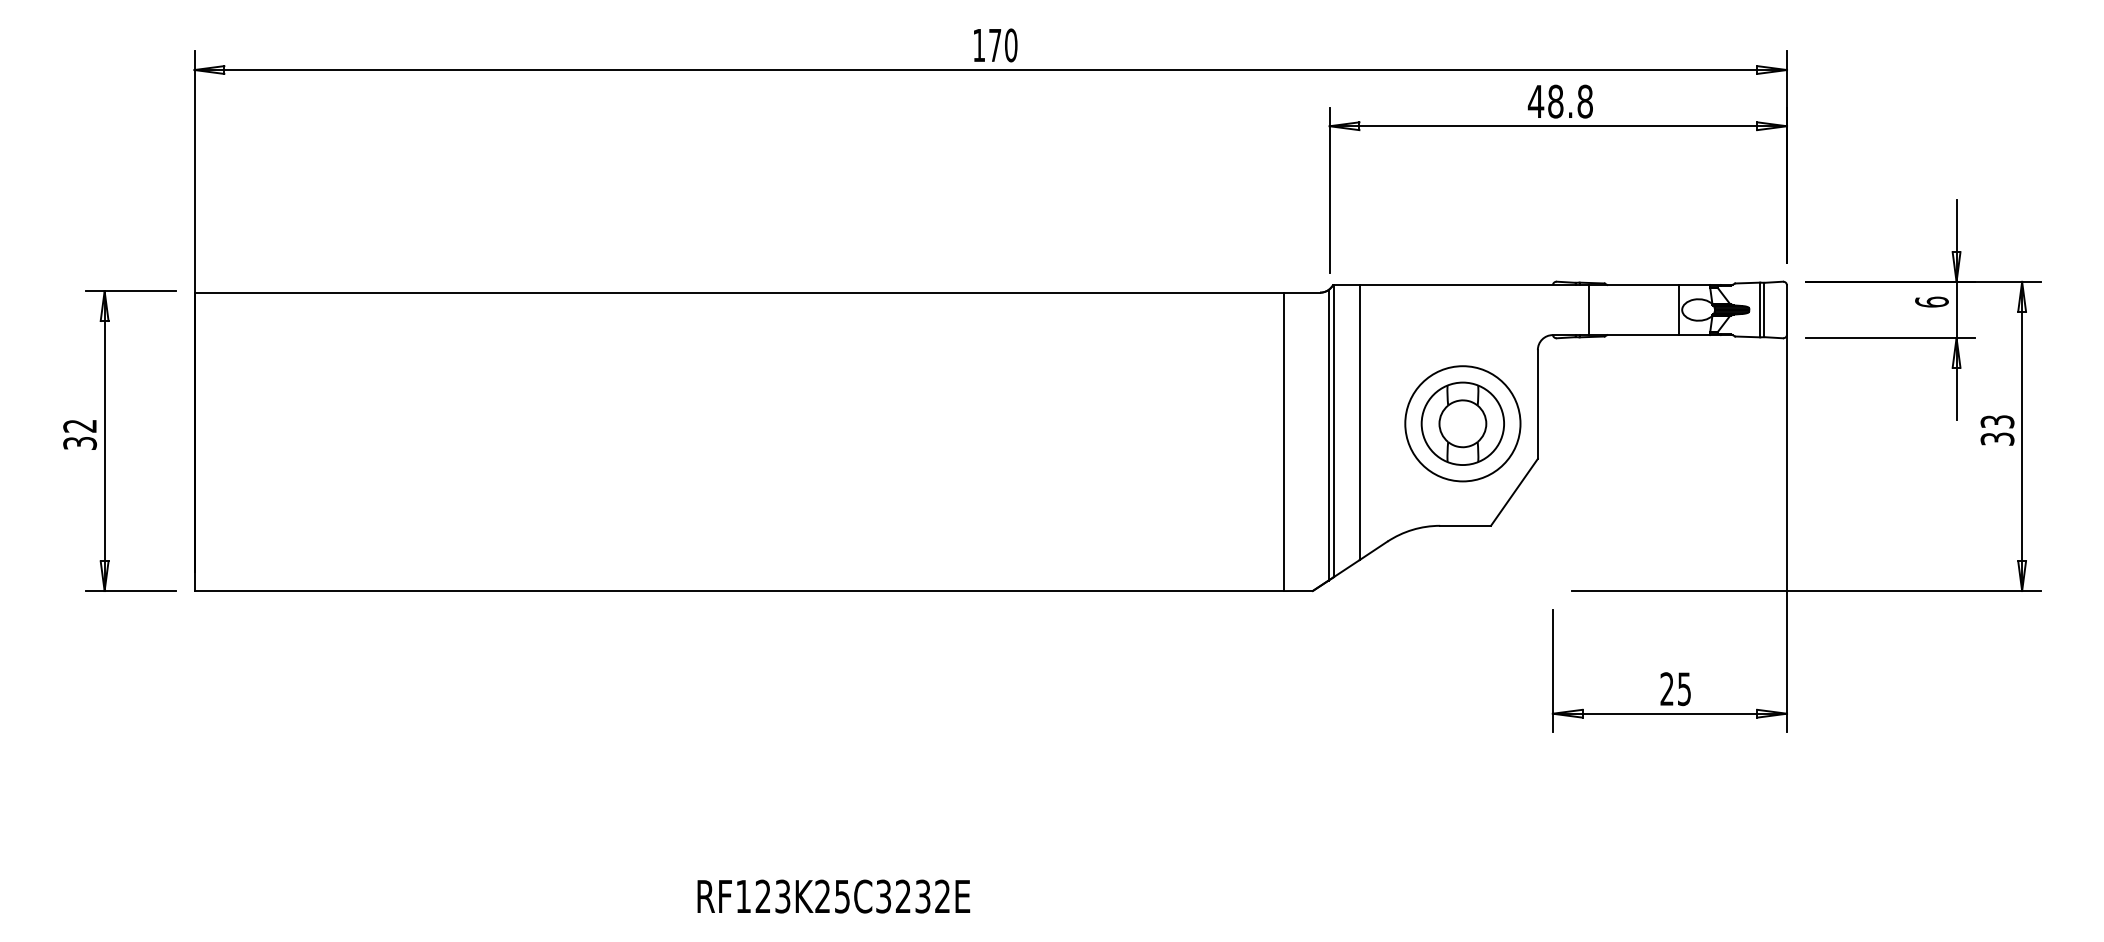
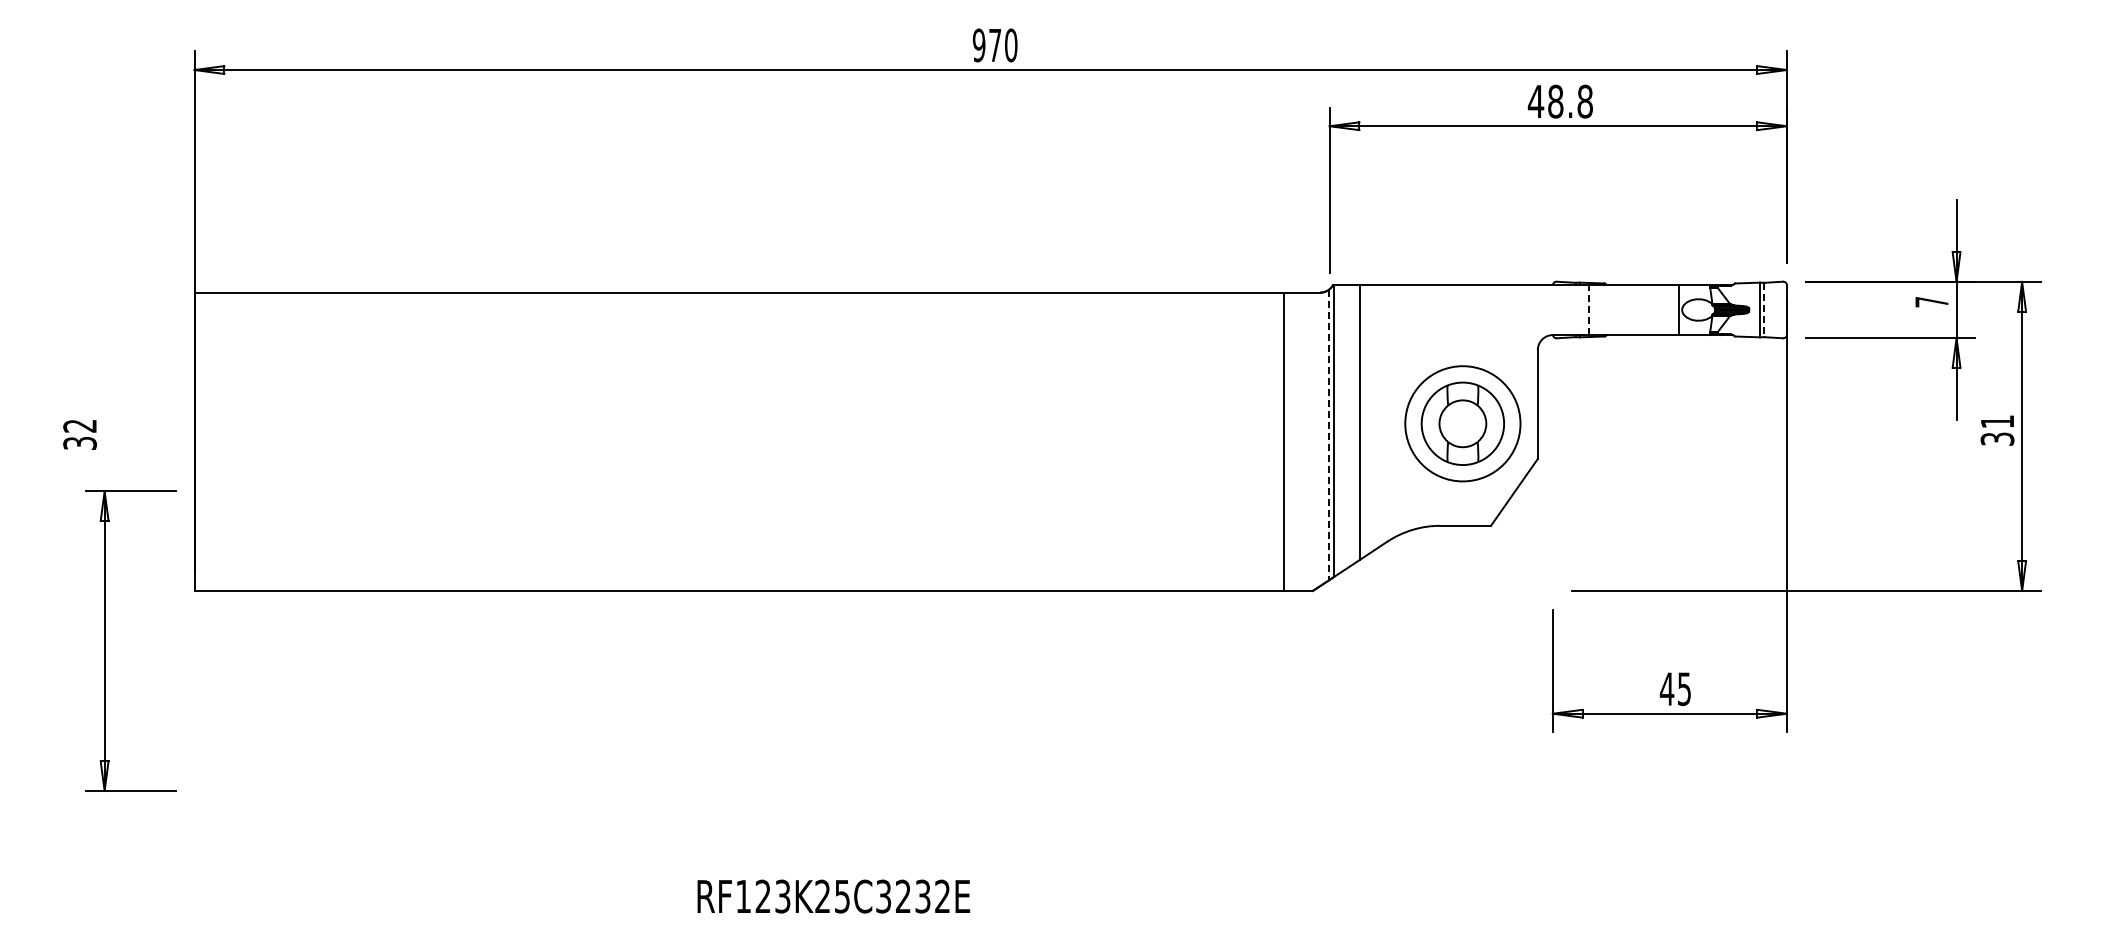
text at (978, 45): 170 -> 970
text at (1931, 301): 6 -> 7
line at (1588, 309): solid -> dashed
line at (1764, 310): solid -> dashed
text at (1997, 421): 33 -> 31
line at (1328, 435): solid -> dashed
part at (105, 440) position: (105, 440) -> (105, 640)
text at (1666, 688): 25 -> 45
